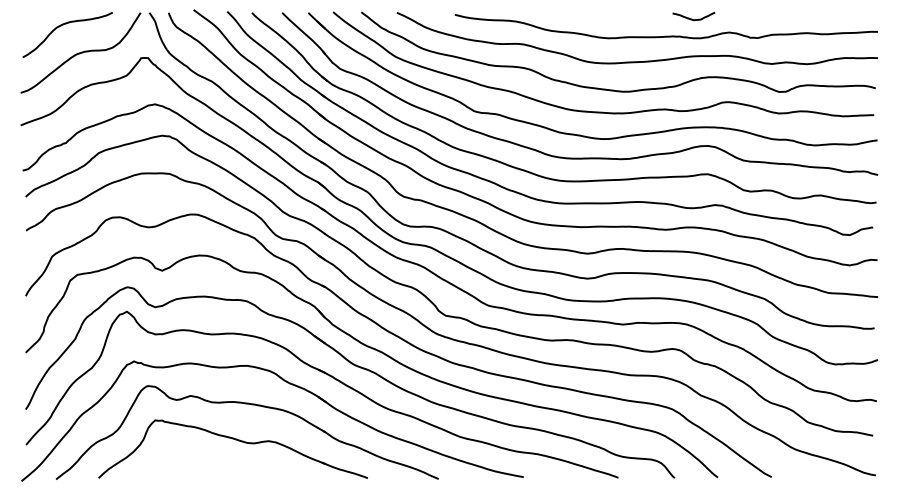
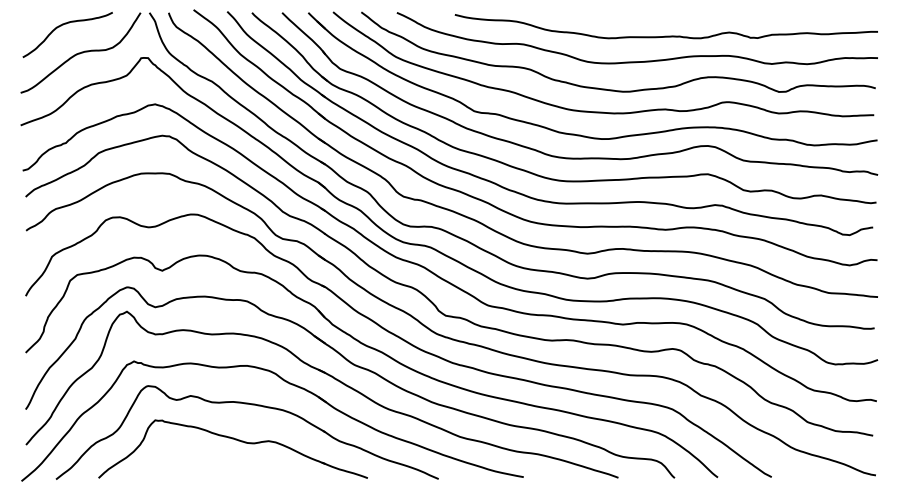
curve at (692, 18): present -> none
